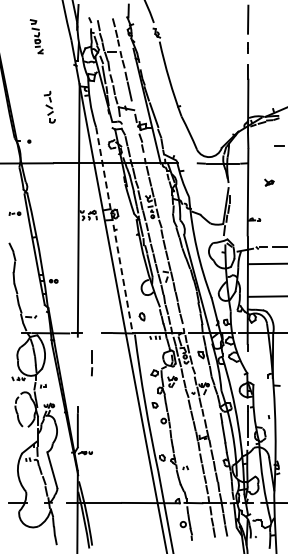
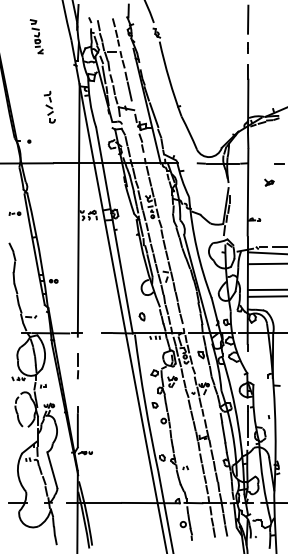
line at (279, 145) position: (279, 145) -> (279, 163)
line at (114, 230): dashed -> solid
line at (266, 253): none -> present
line at (266, 289): none -> present
line at (92, 363) position: (92, 363) -> (78, 366)
